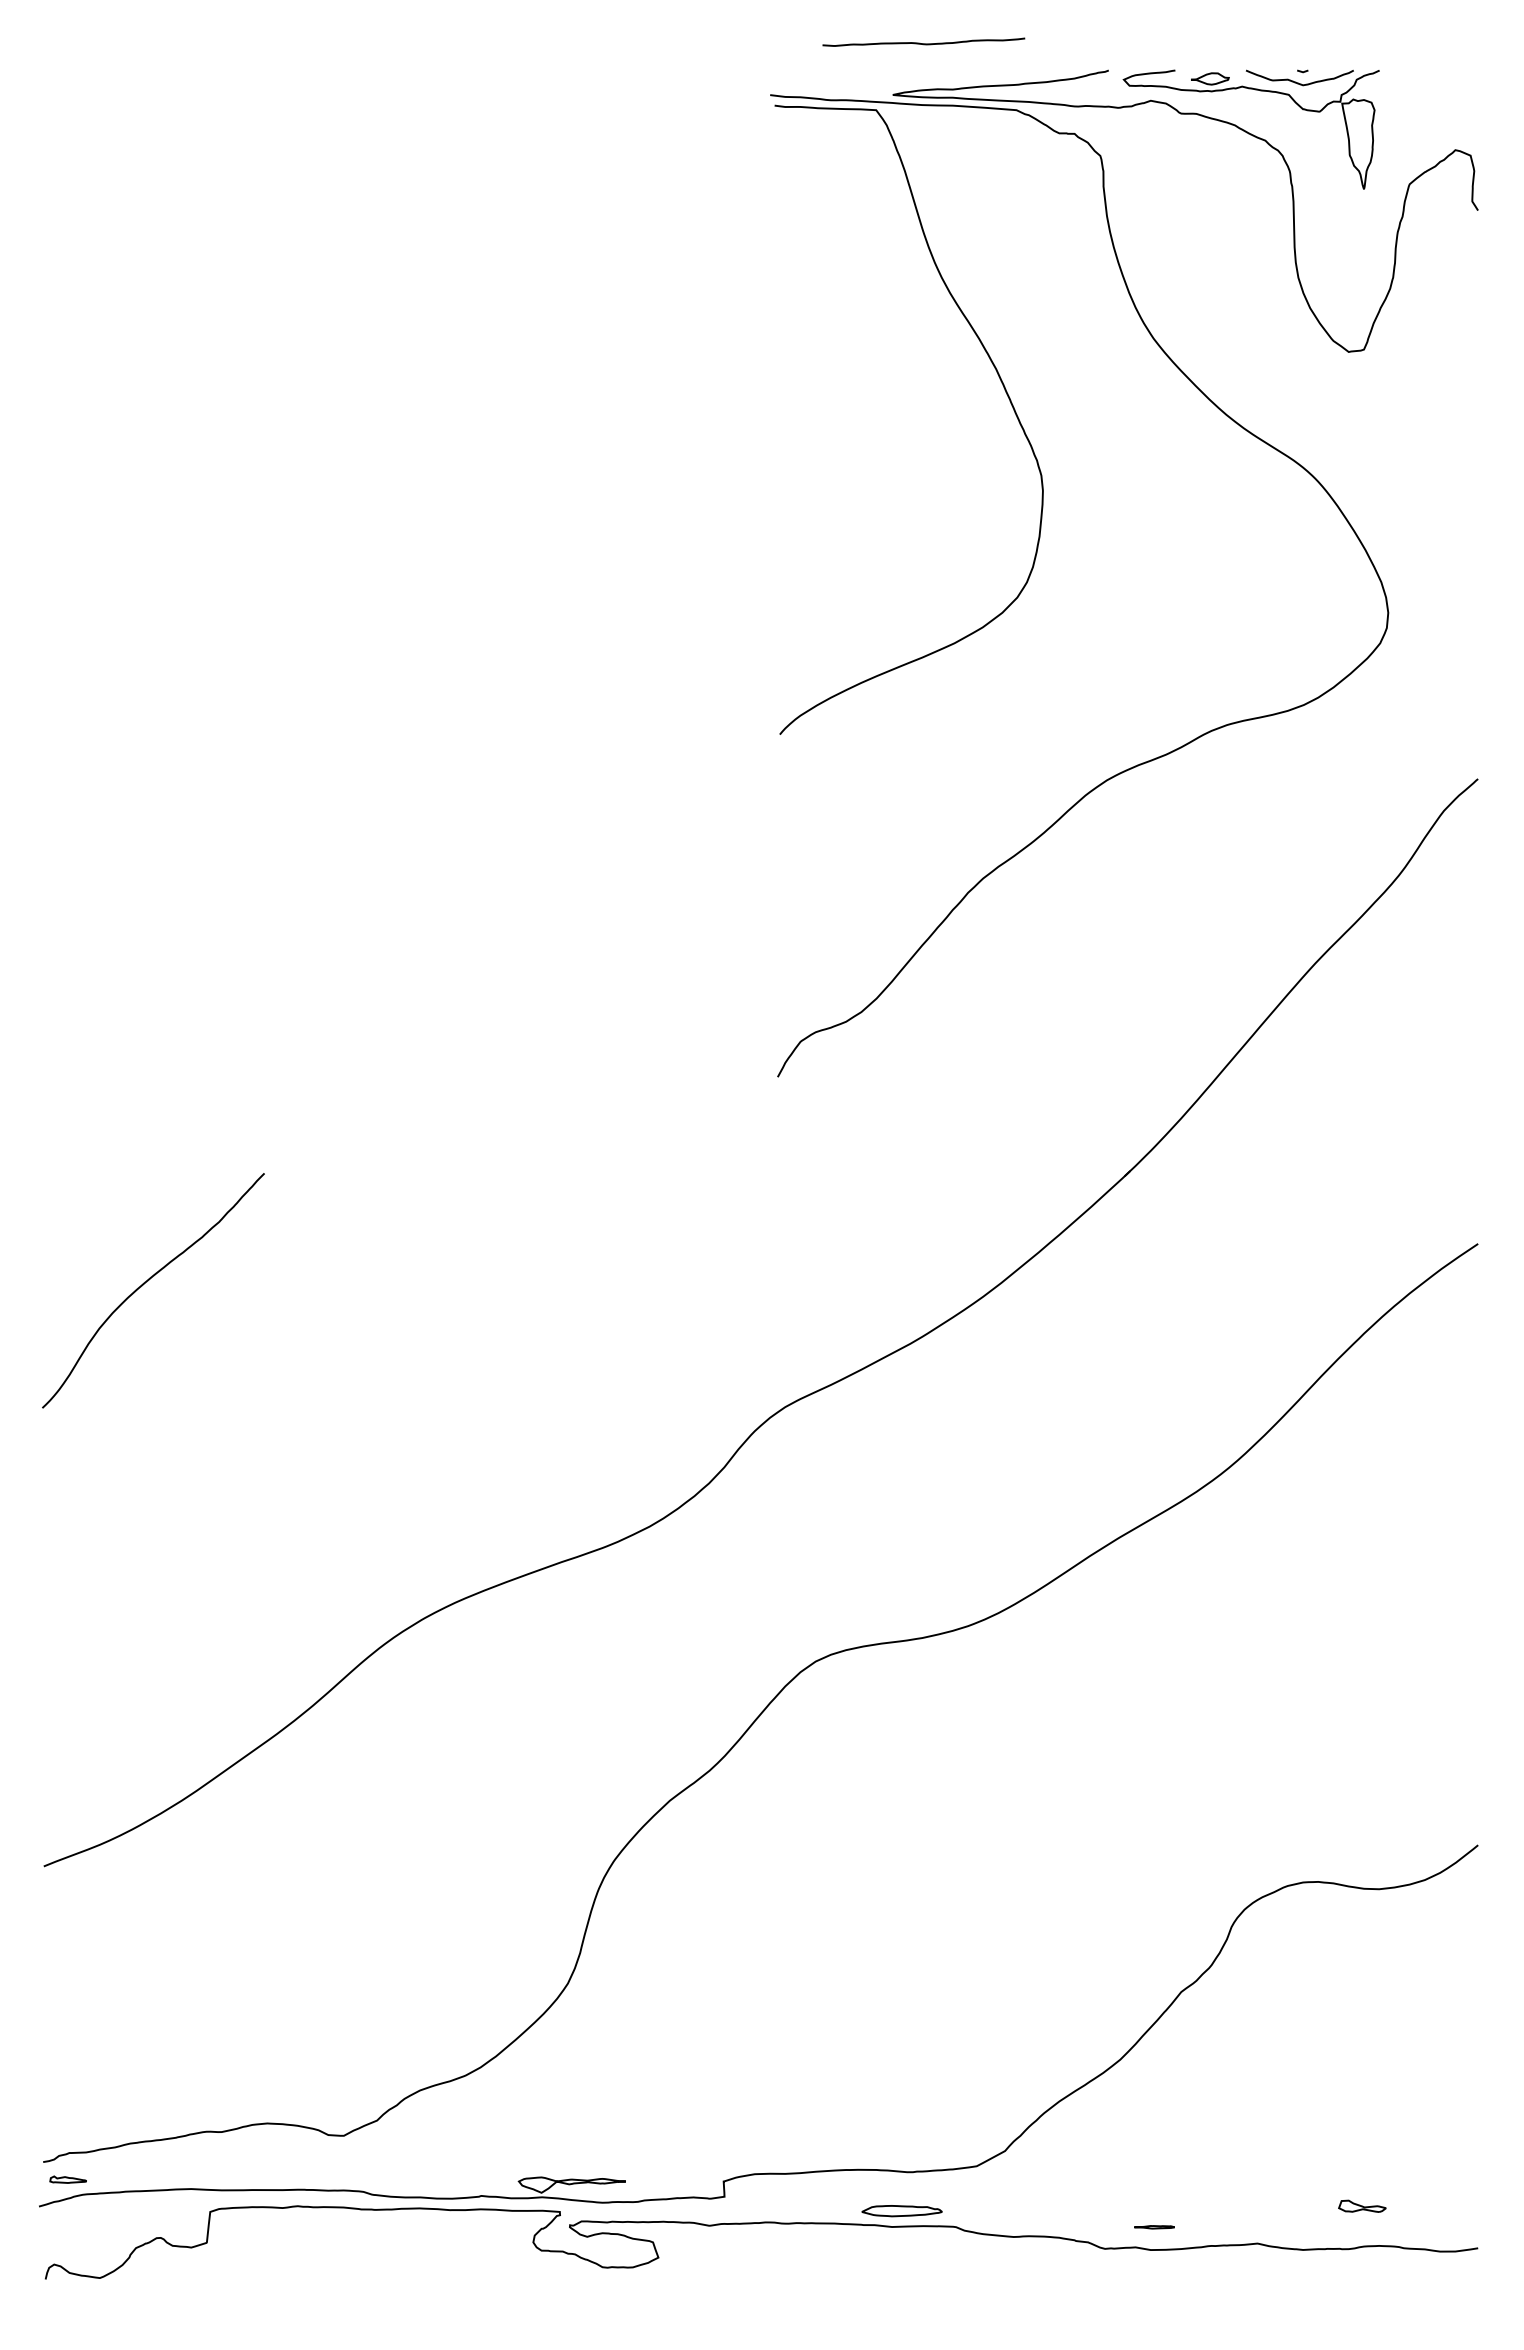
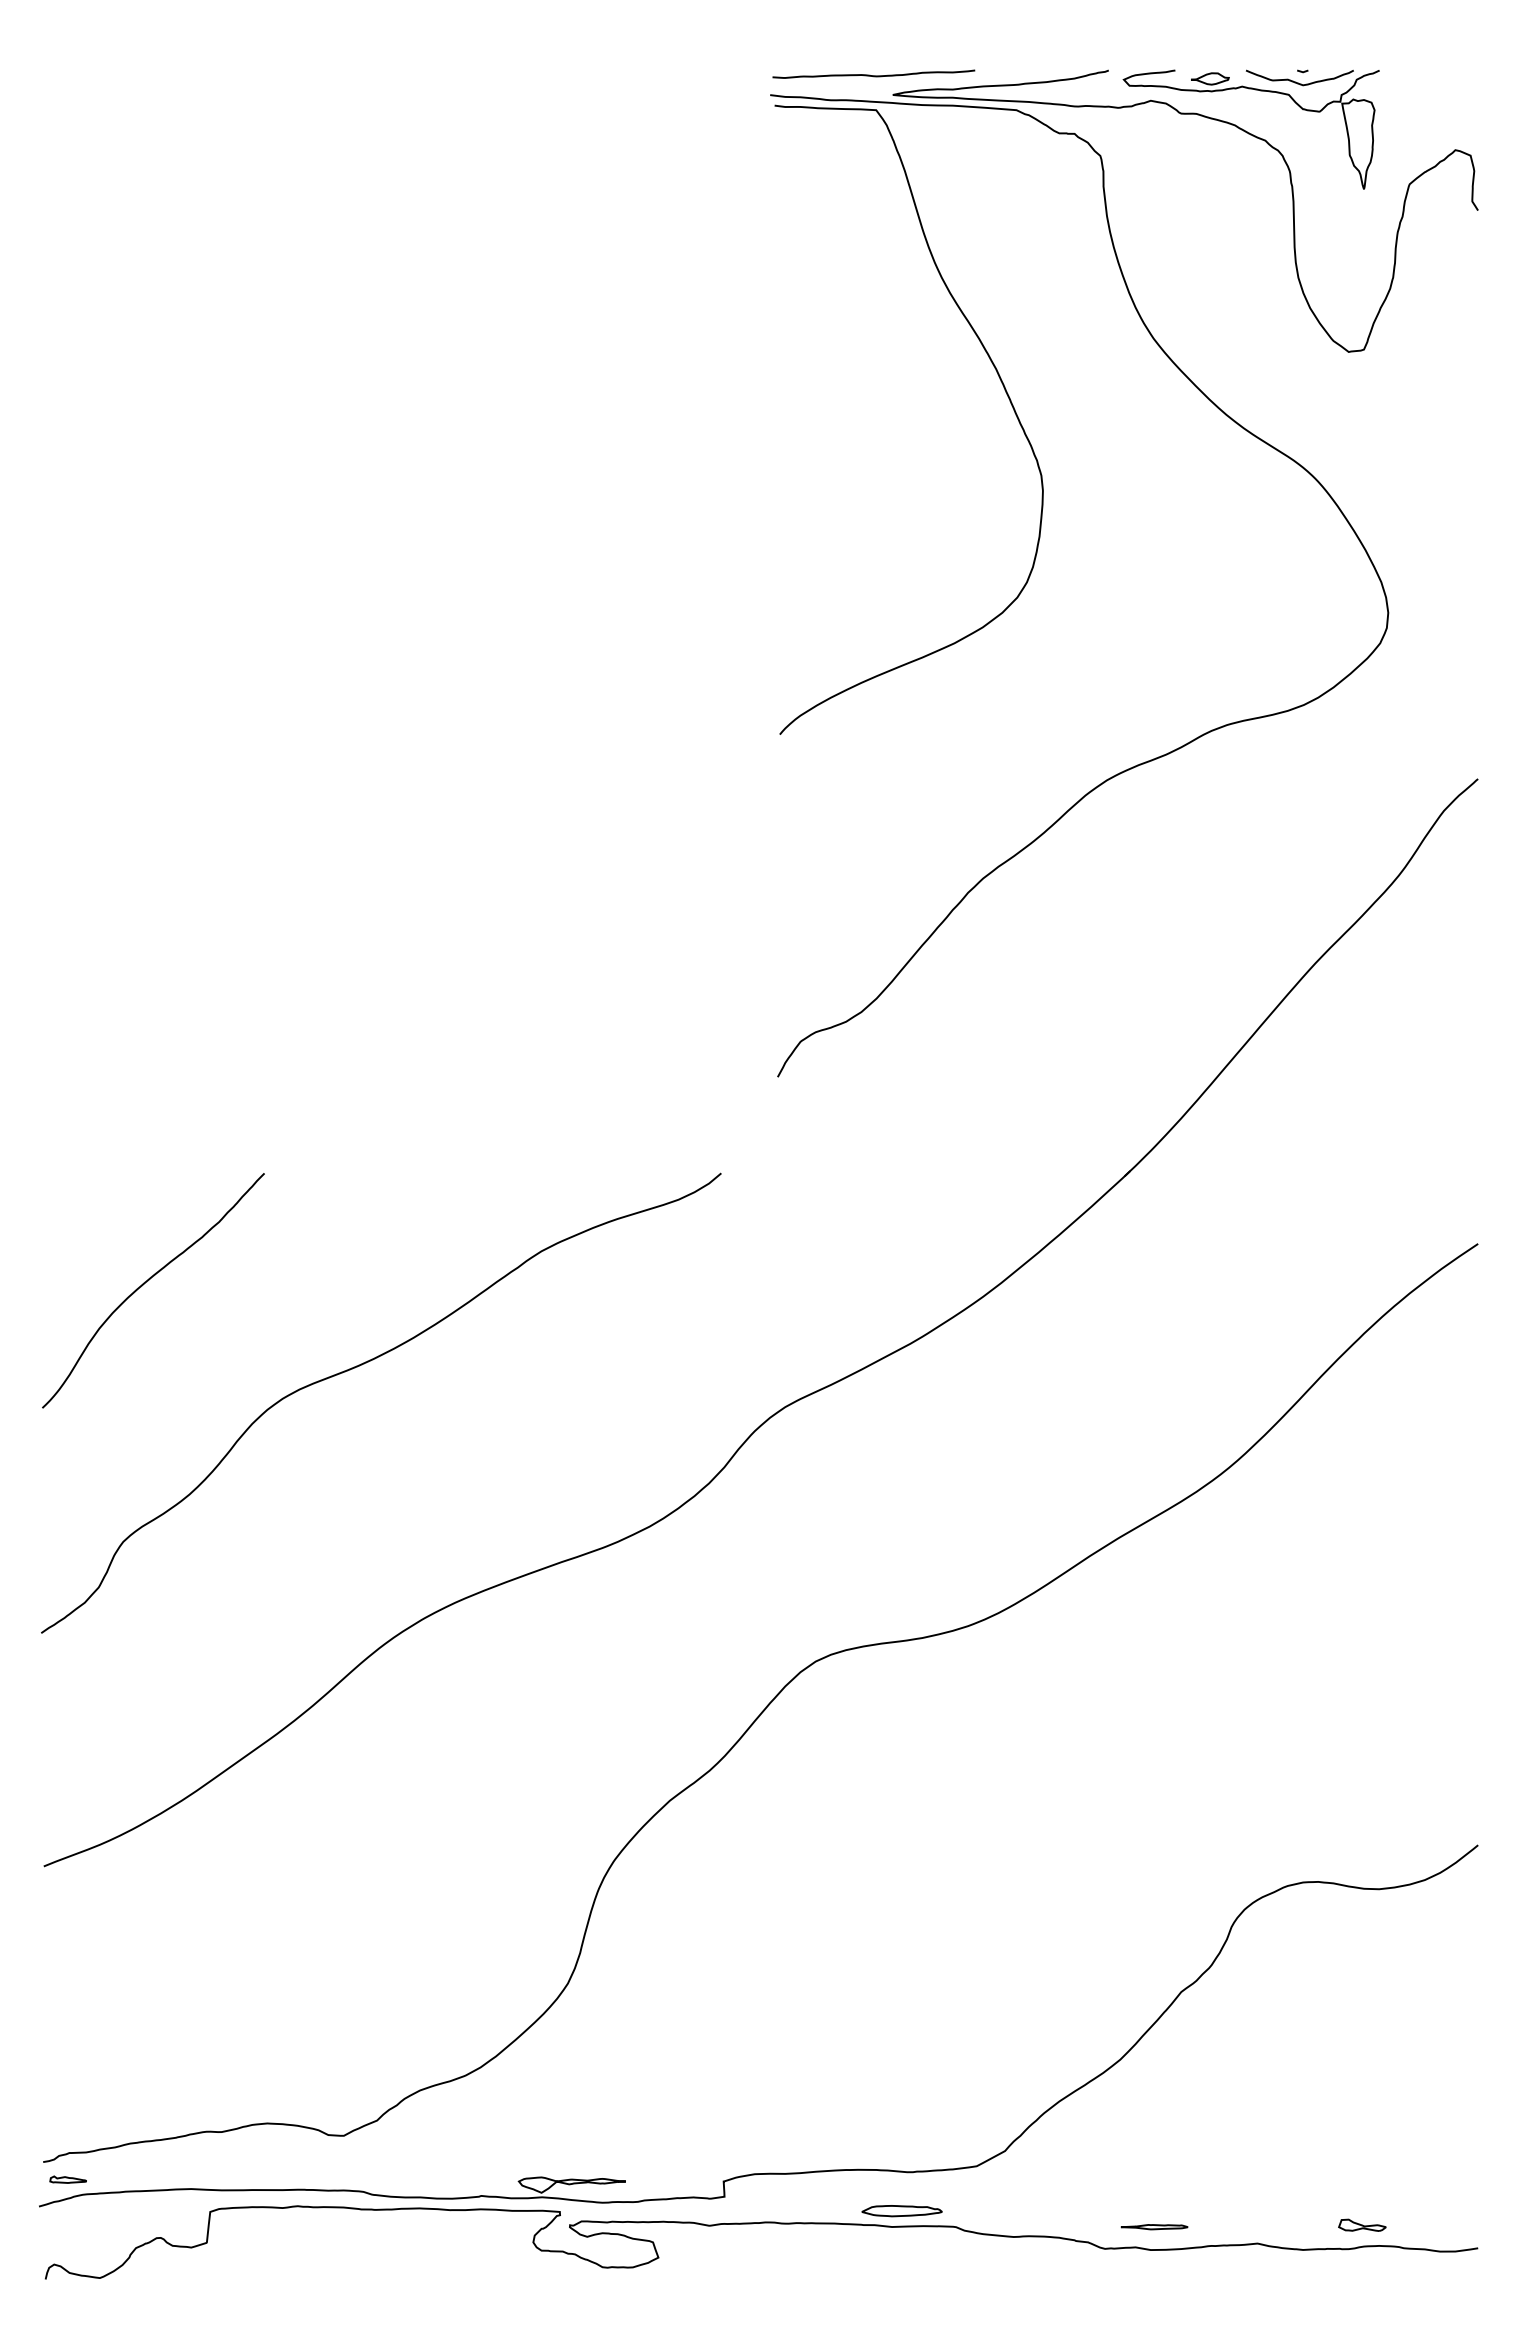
curve at (923, 43) position: (923, 43) -> (873, 75)
curve at (362, 1365): none -> present
part at (1362, 2205) position: (1362, 2205) -> (1362, 2224)
part at (1154, 2227) size: 41x5 px -> 69x7 px
